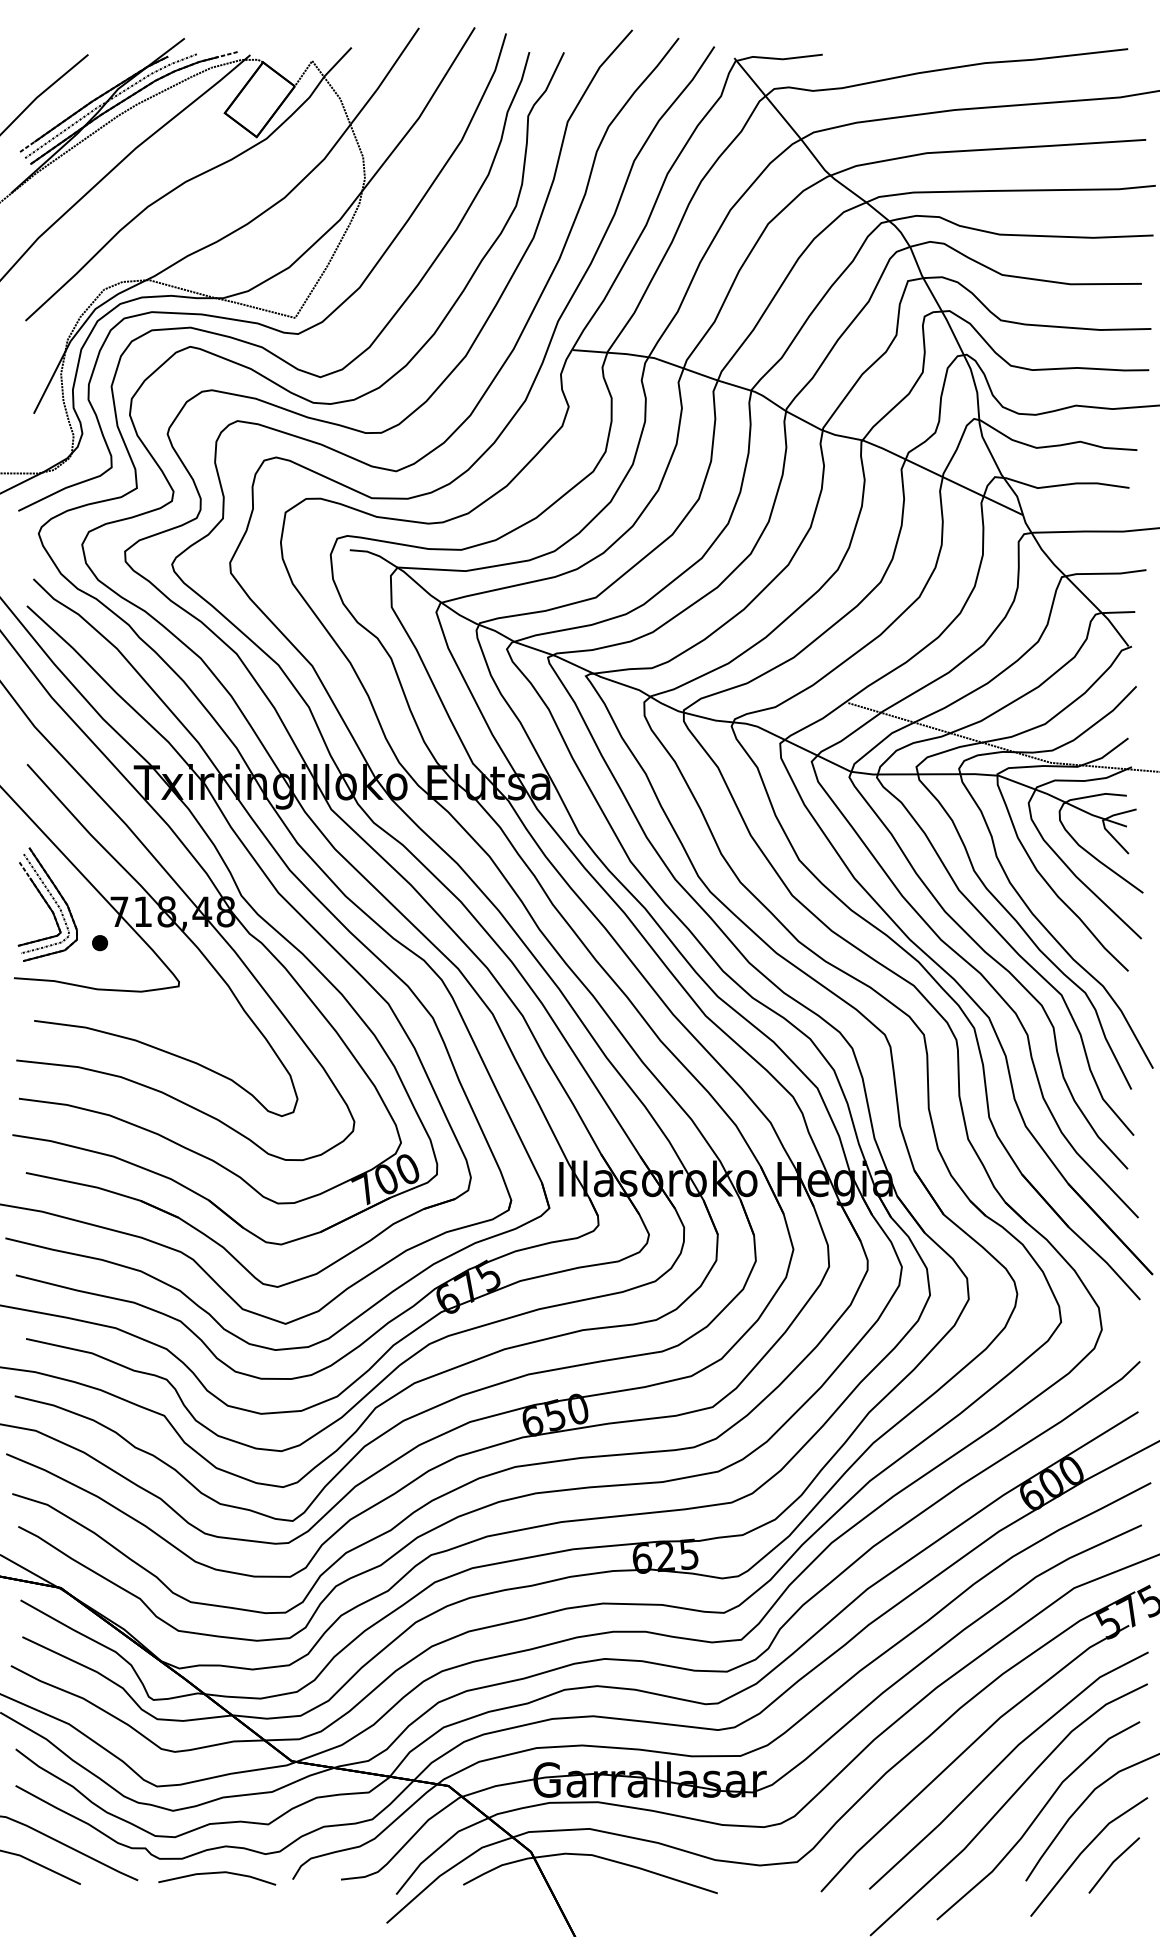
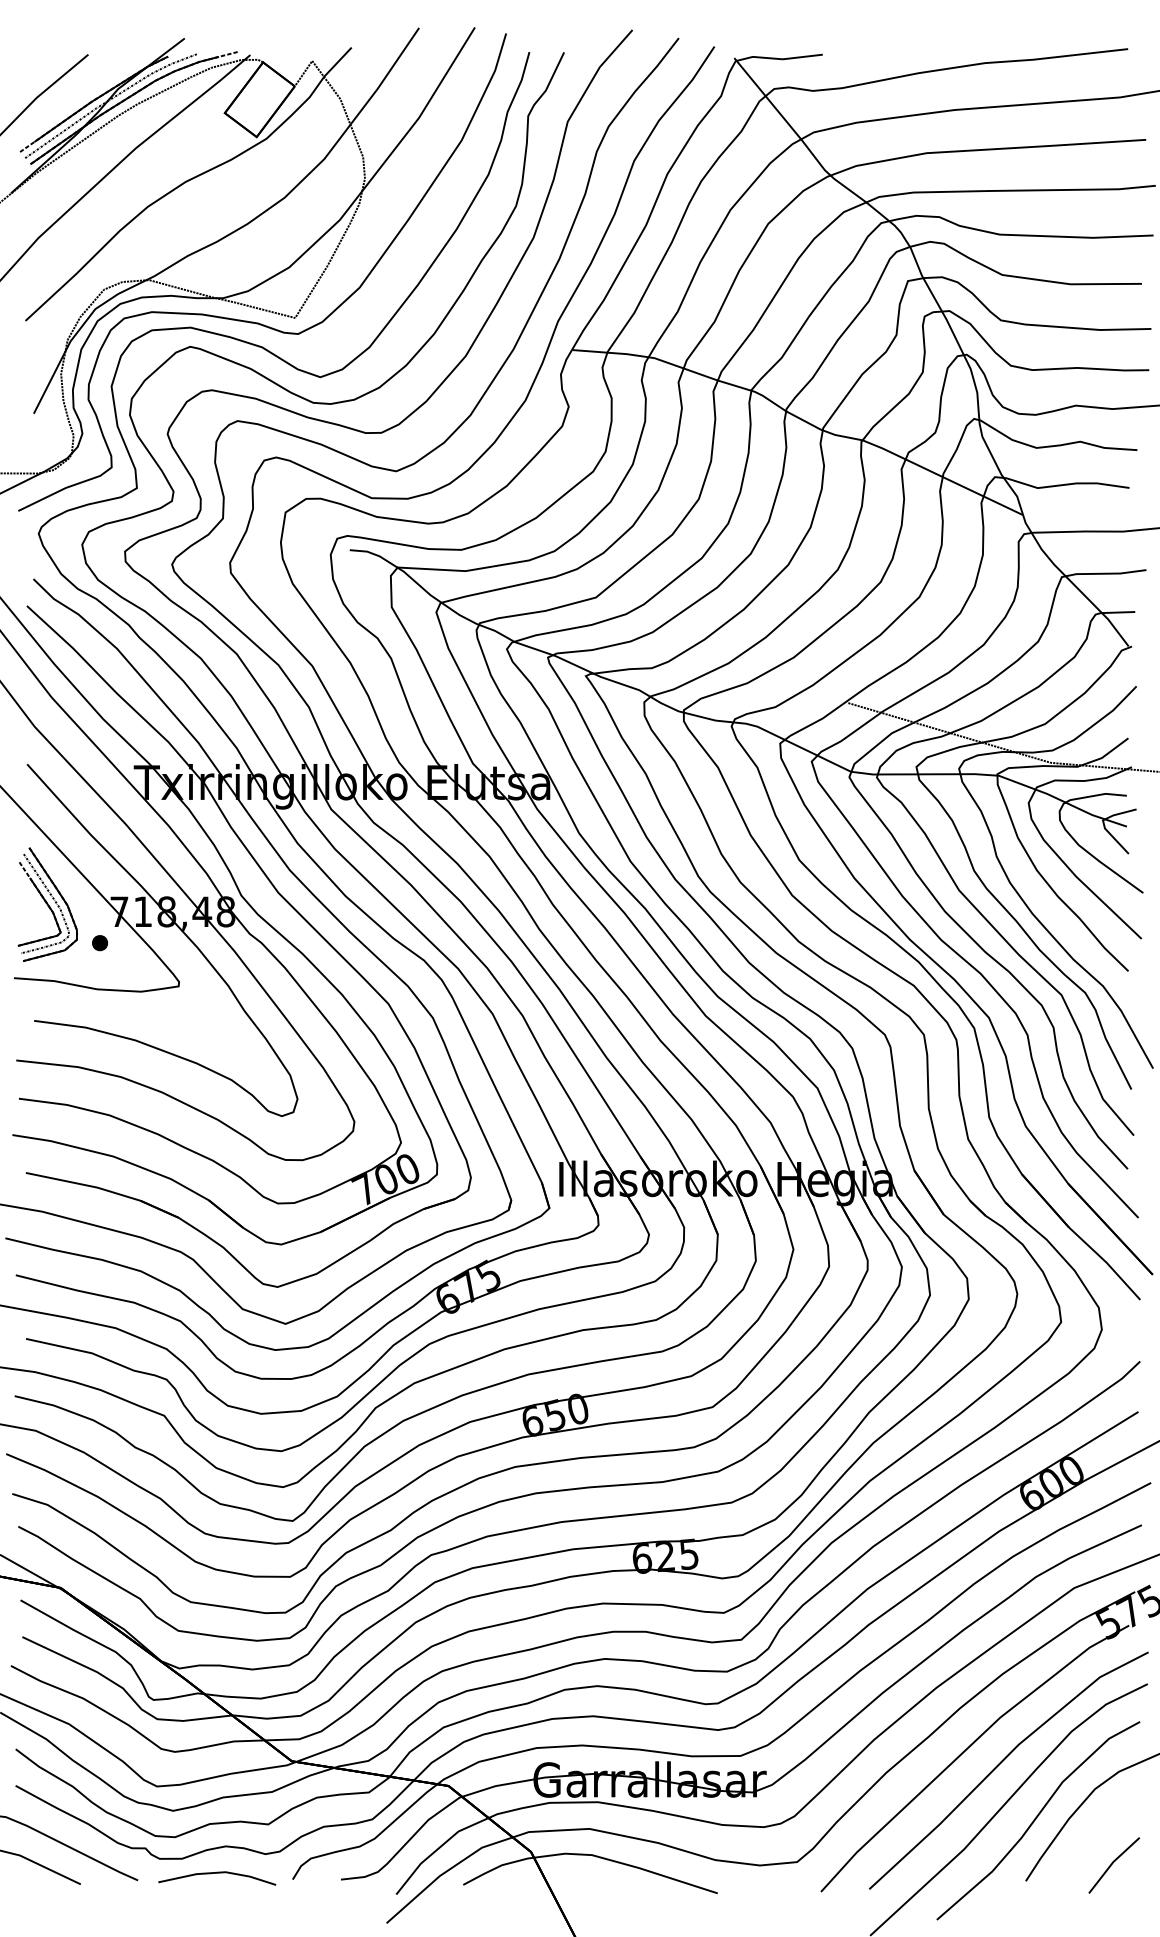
part at (1084, 1851): present -> none
